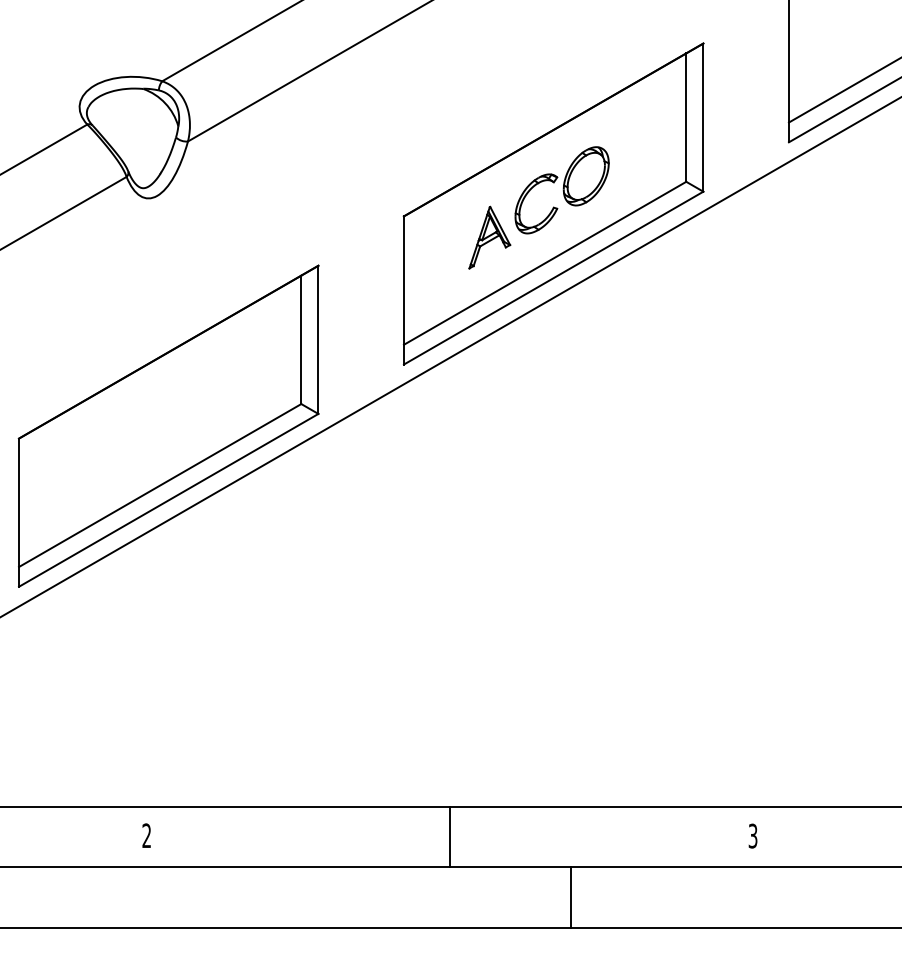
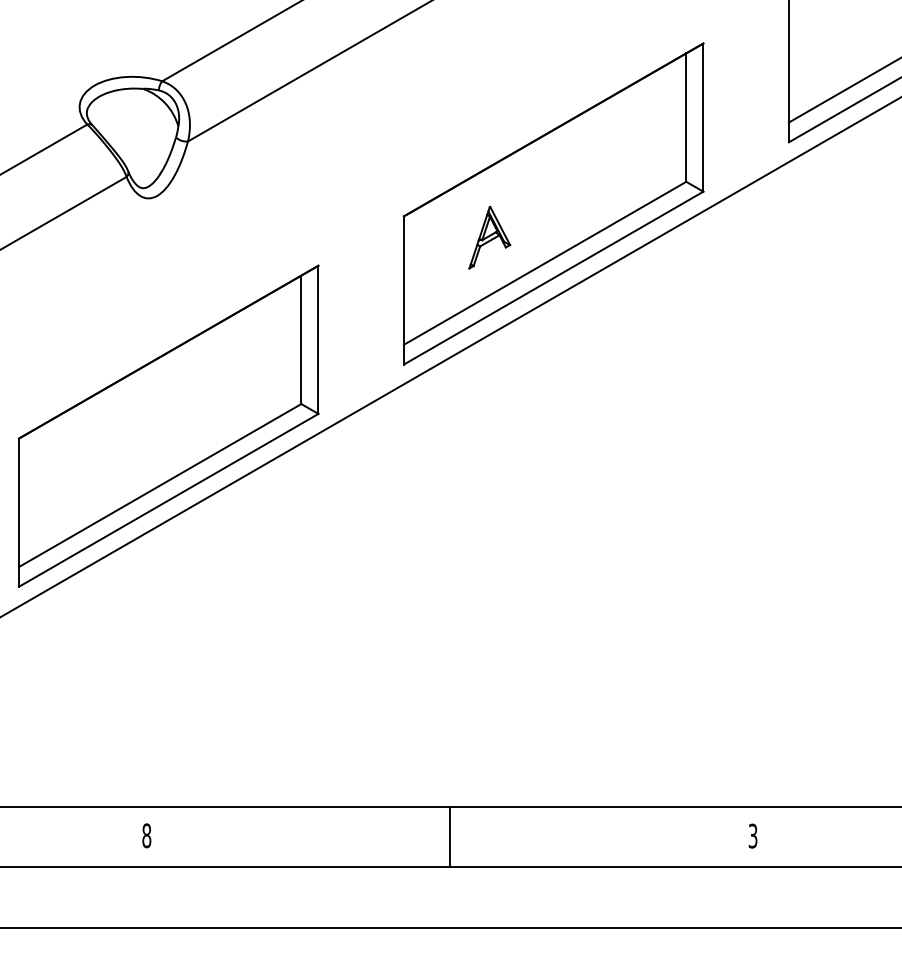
part at (561, 190): present -> none
text at (146, 835): 2 -> 8
line at (571, 897): present -> none
